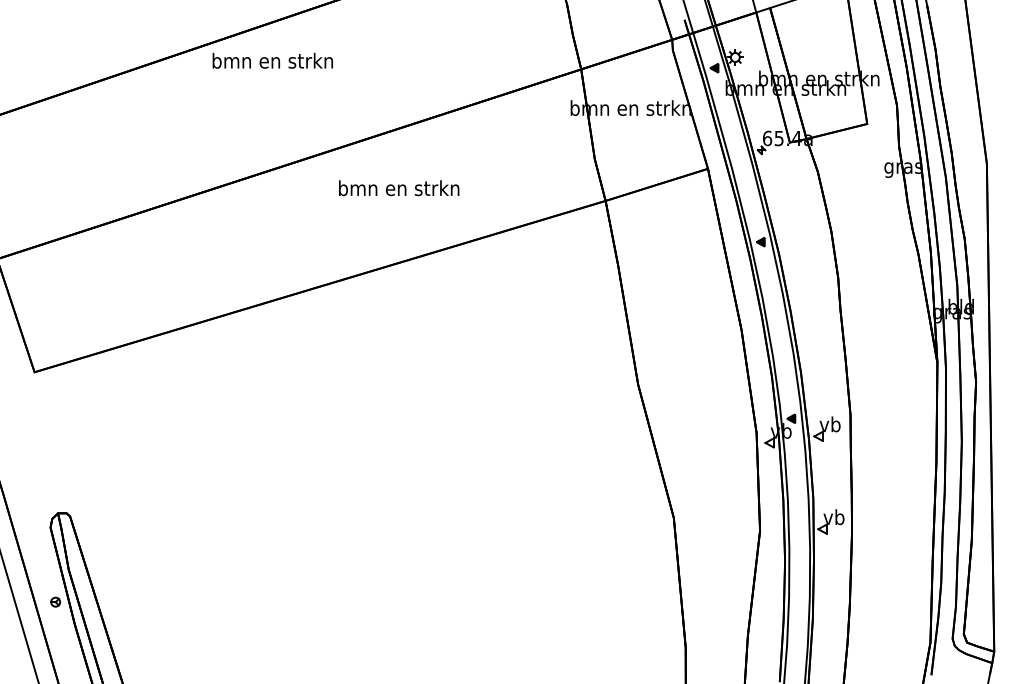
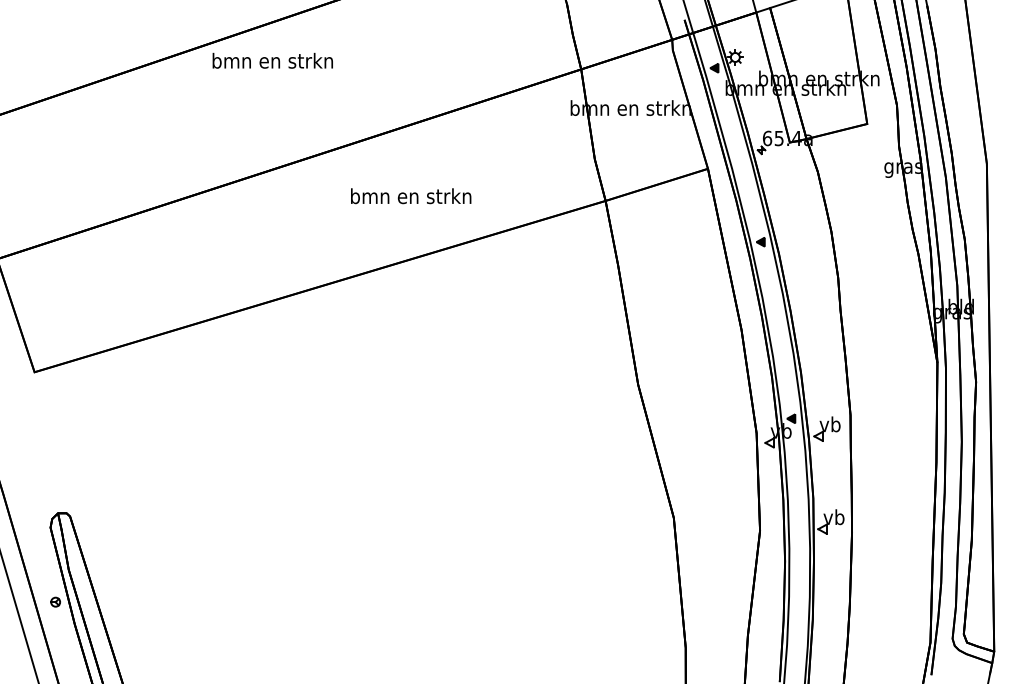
text at (399, 188) position: (399, 188) -> (411, 196)
